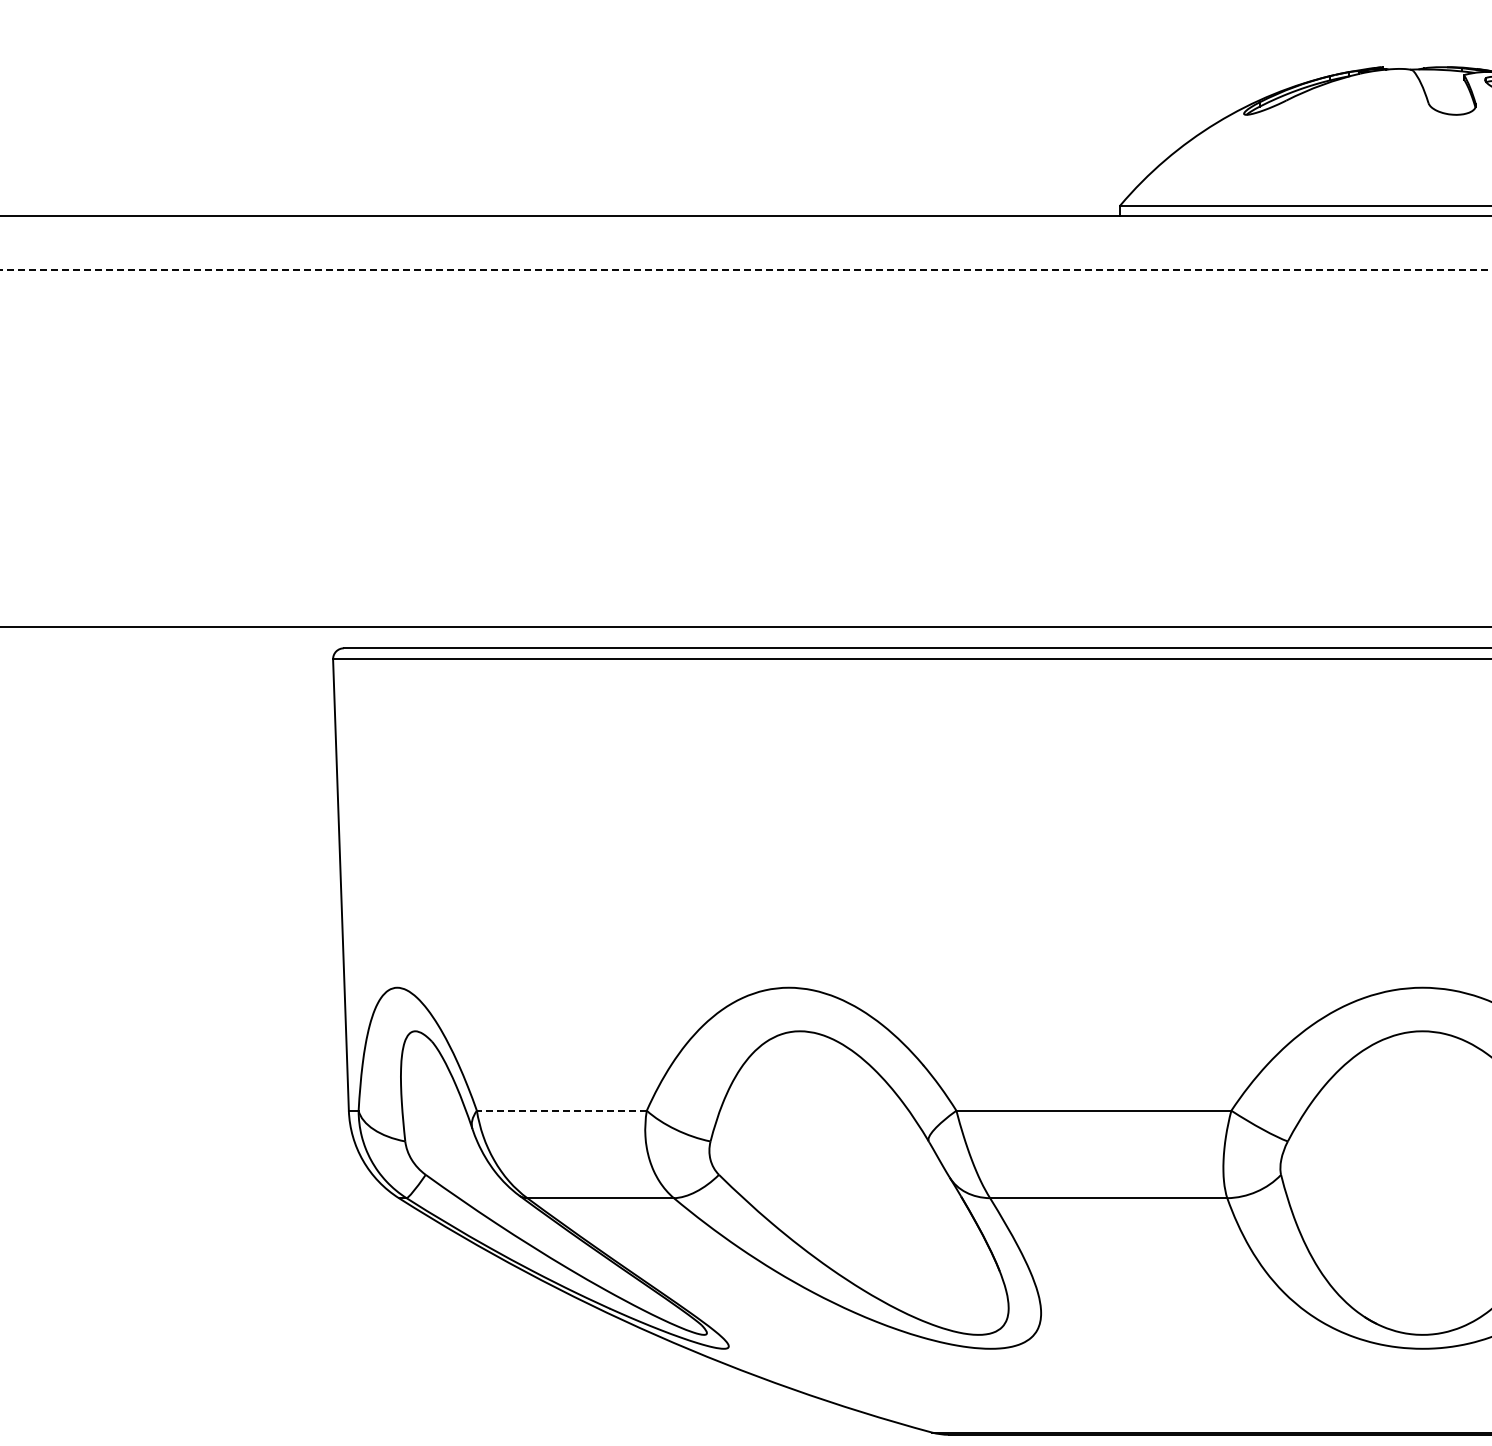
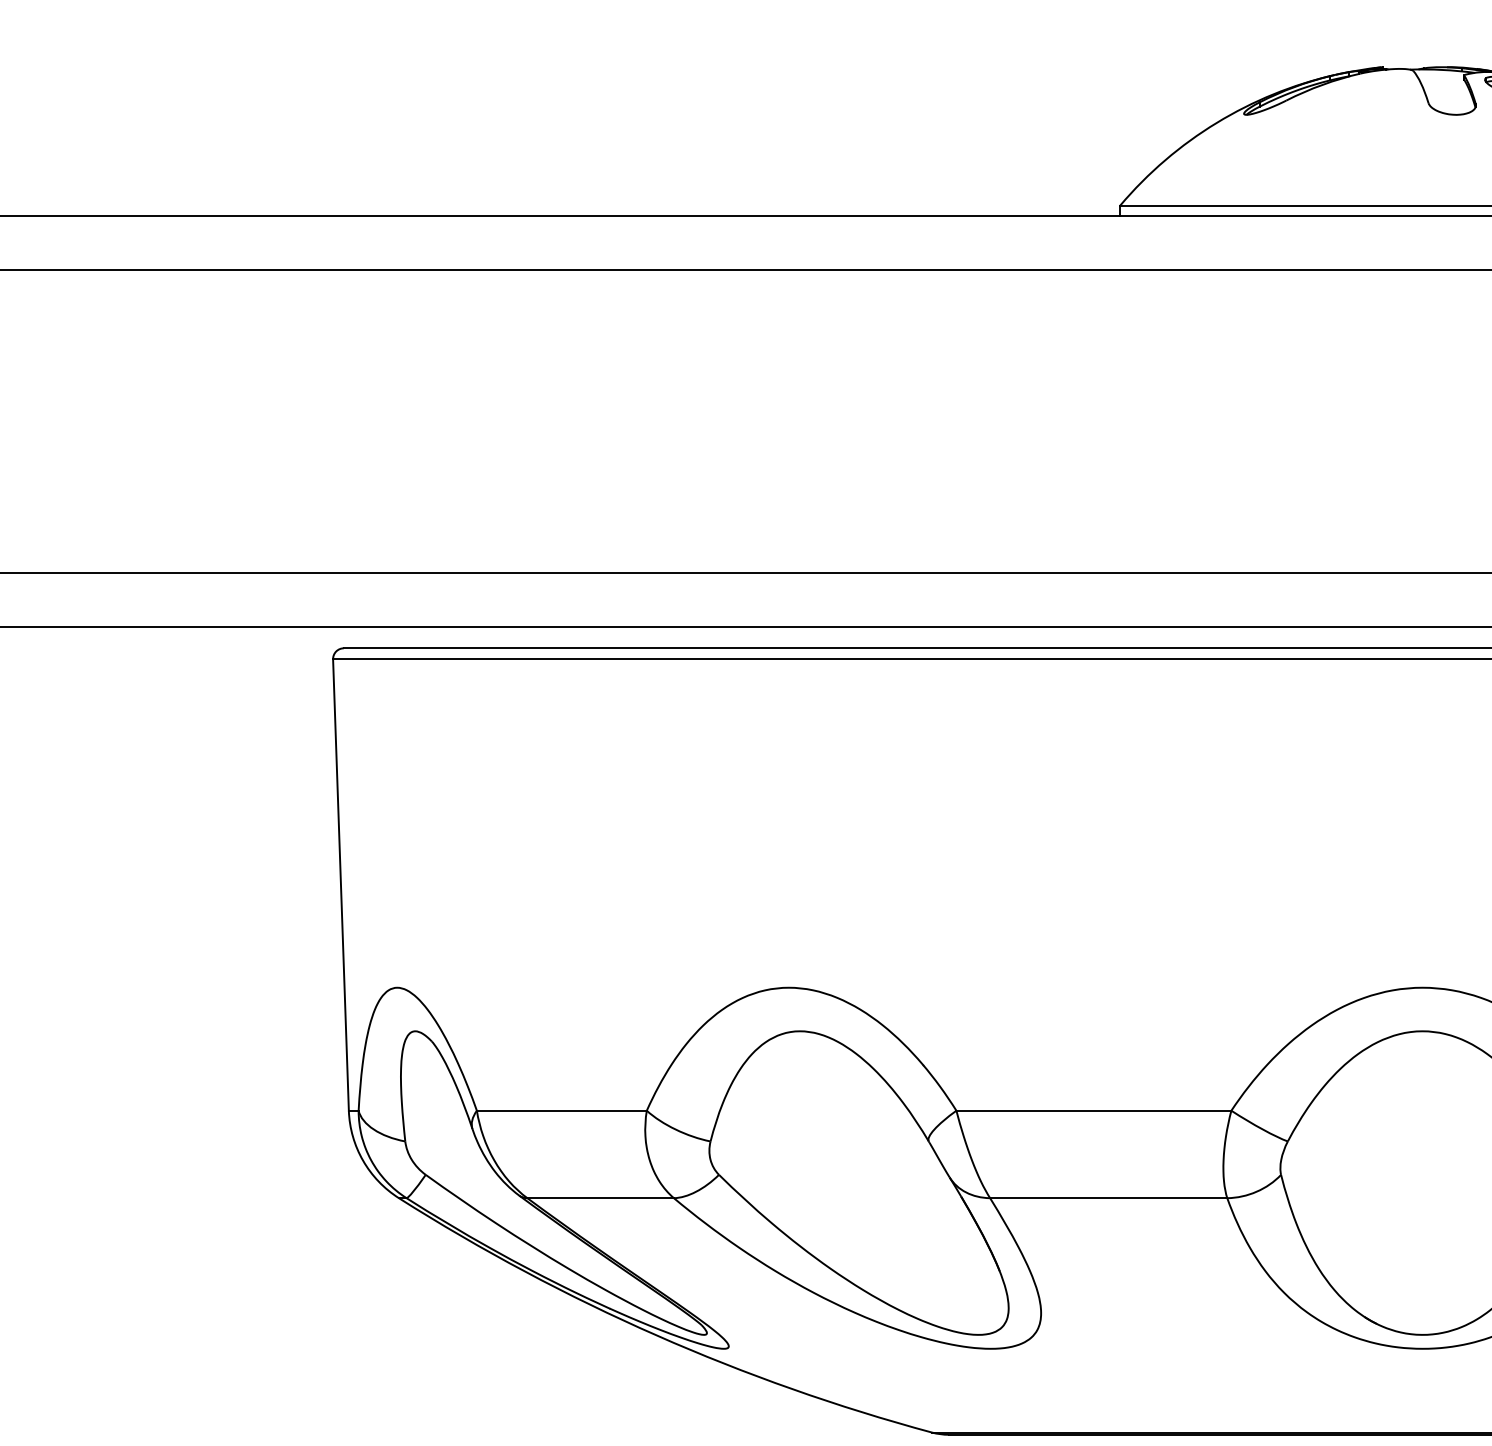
line at (746, 270): dashed -> solid
line at (745, 572): none -> present
line at (561, 1110): dashed -> solid
